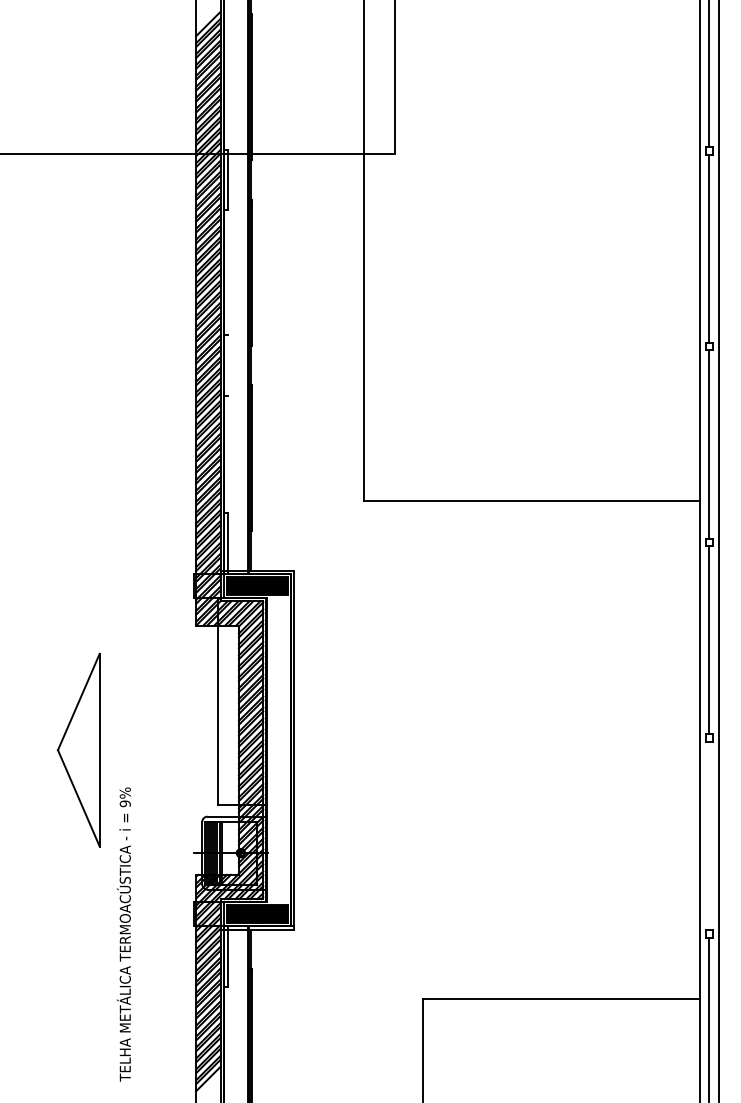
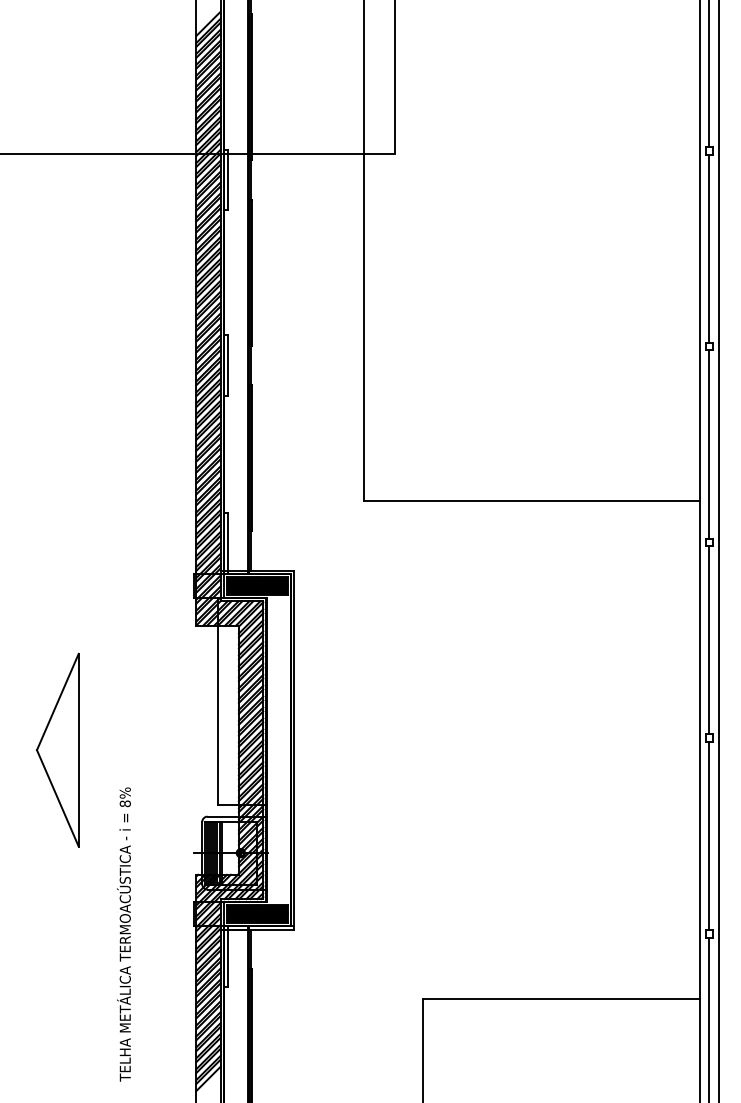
line at (228, 365): none -> present
part at (78, 749) position: (78, 749) -> (57, 749)
text at (125, 803): 9% -> 8%
line at (709, 835): none -> present
